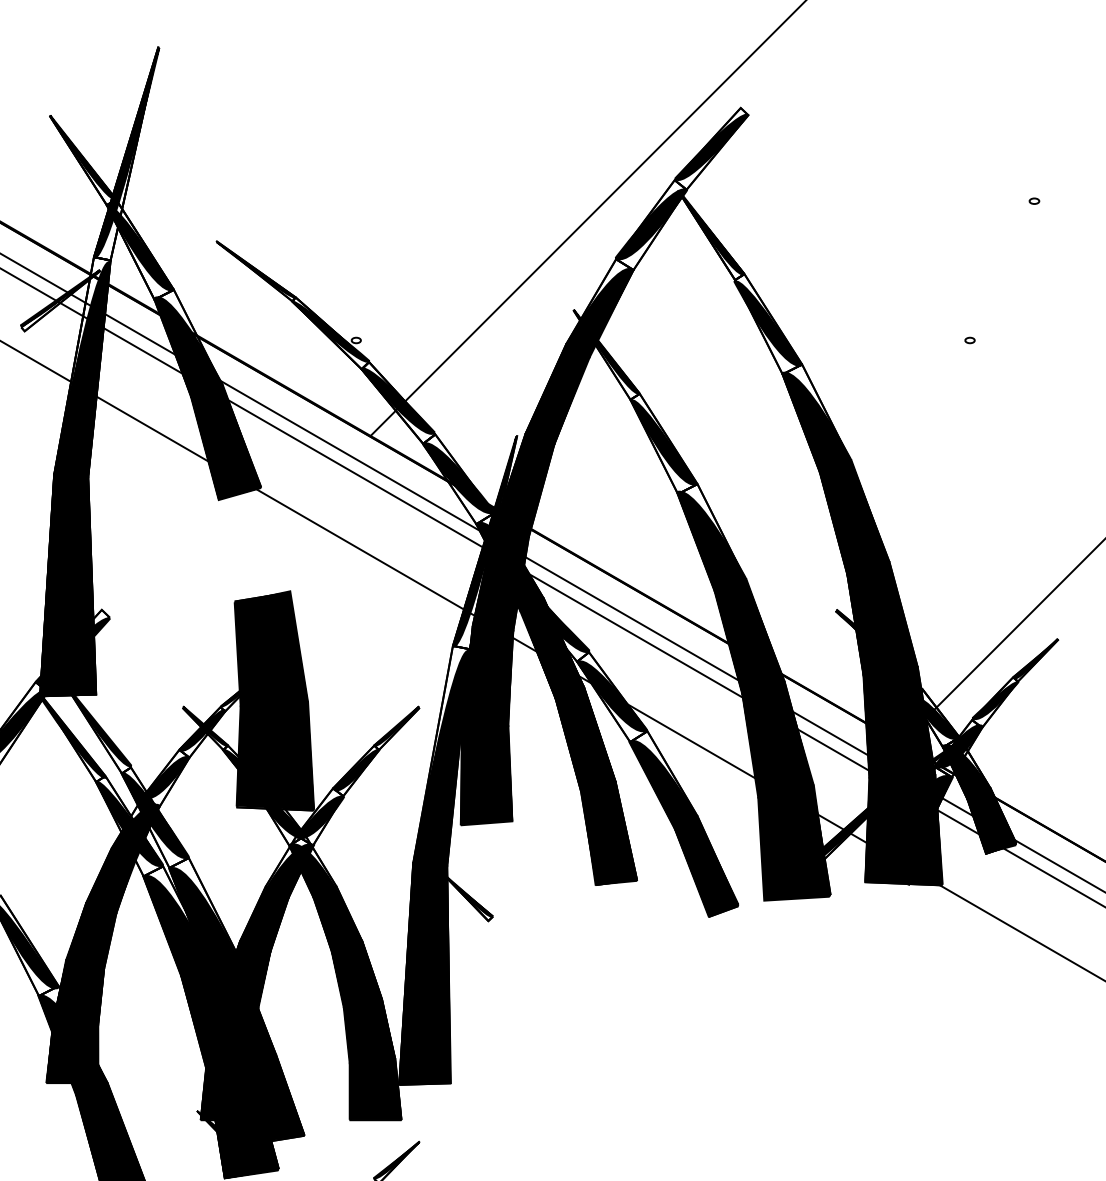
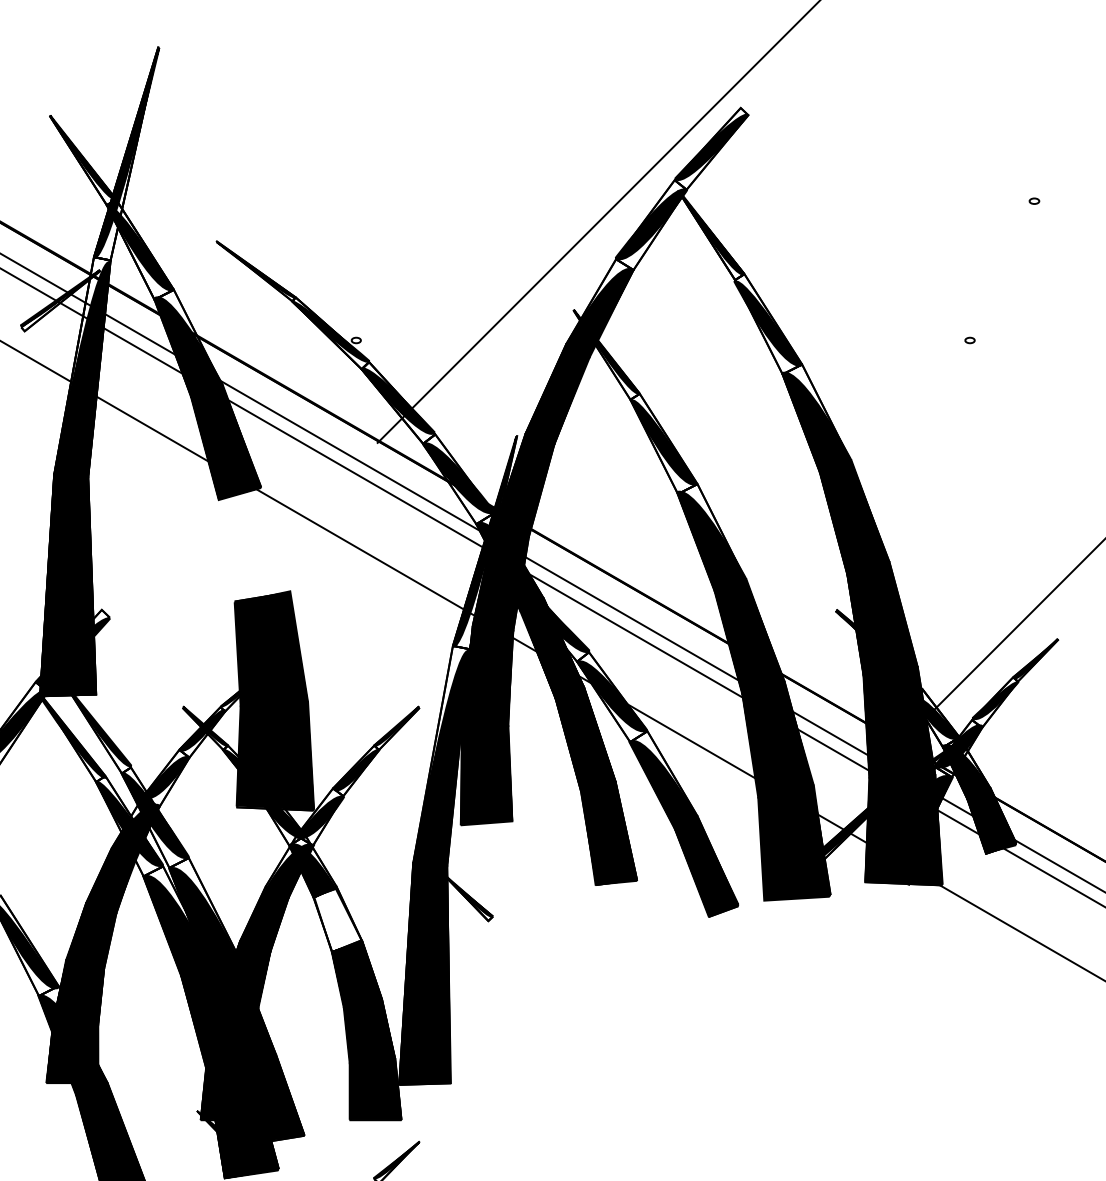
line at (587, 218) position: (587, 218) -> (597, 222)
fill at (337, 920): present -> none
